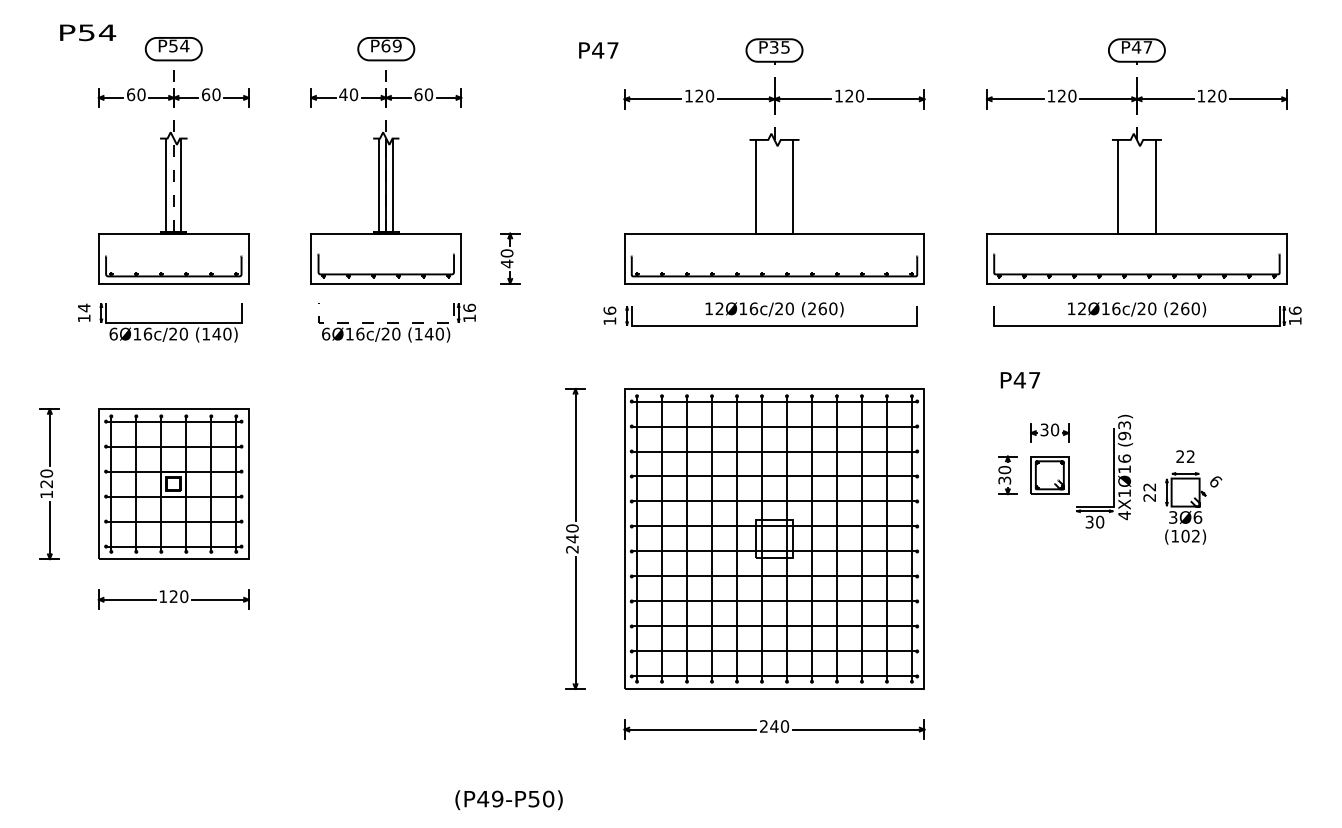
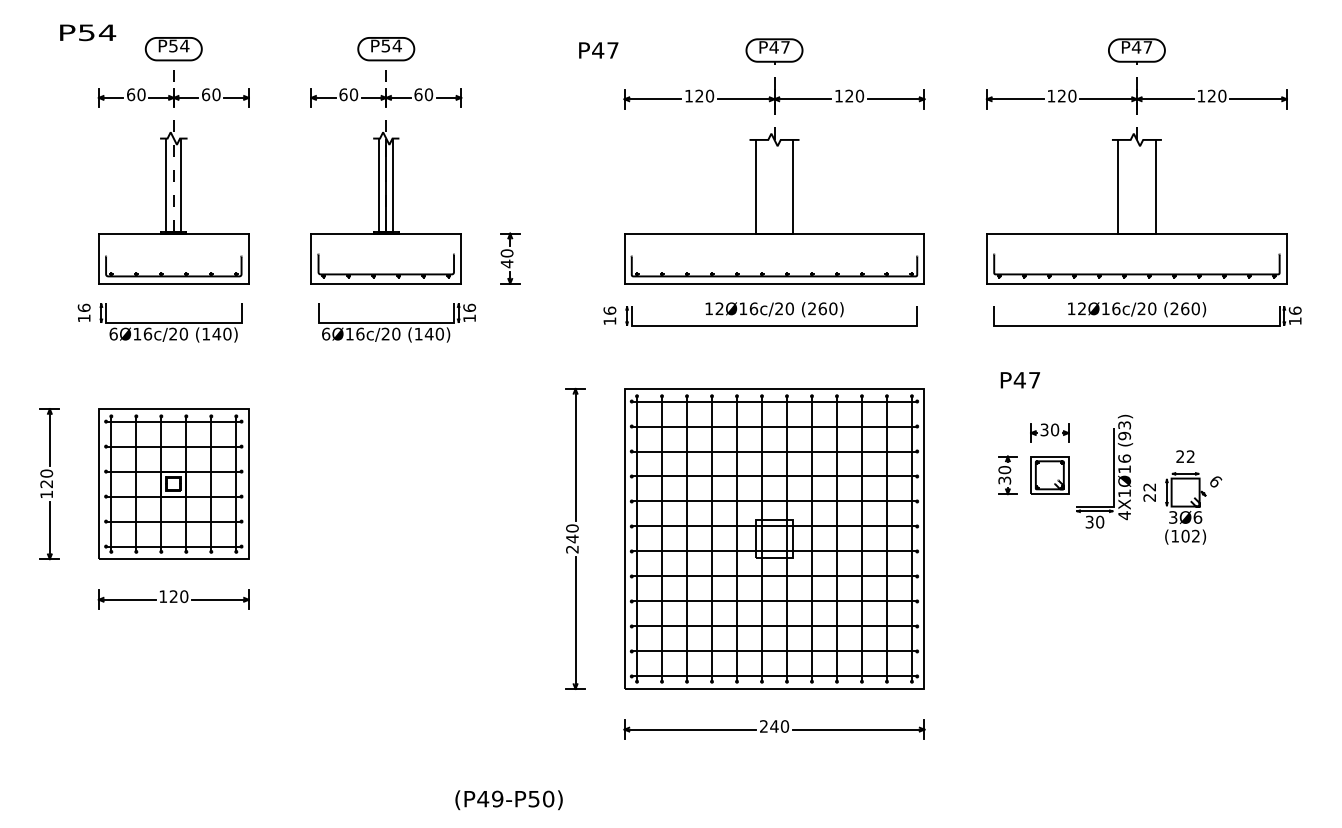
text at (391, 45): P69 -> P54
text at (779, 47): P35 -> P47
text at (343, 94): 40 -> 60
text at (83, 307): 14 -> 16
line at (386, 323): dashed -> solid
